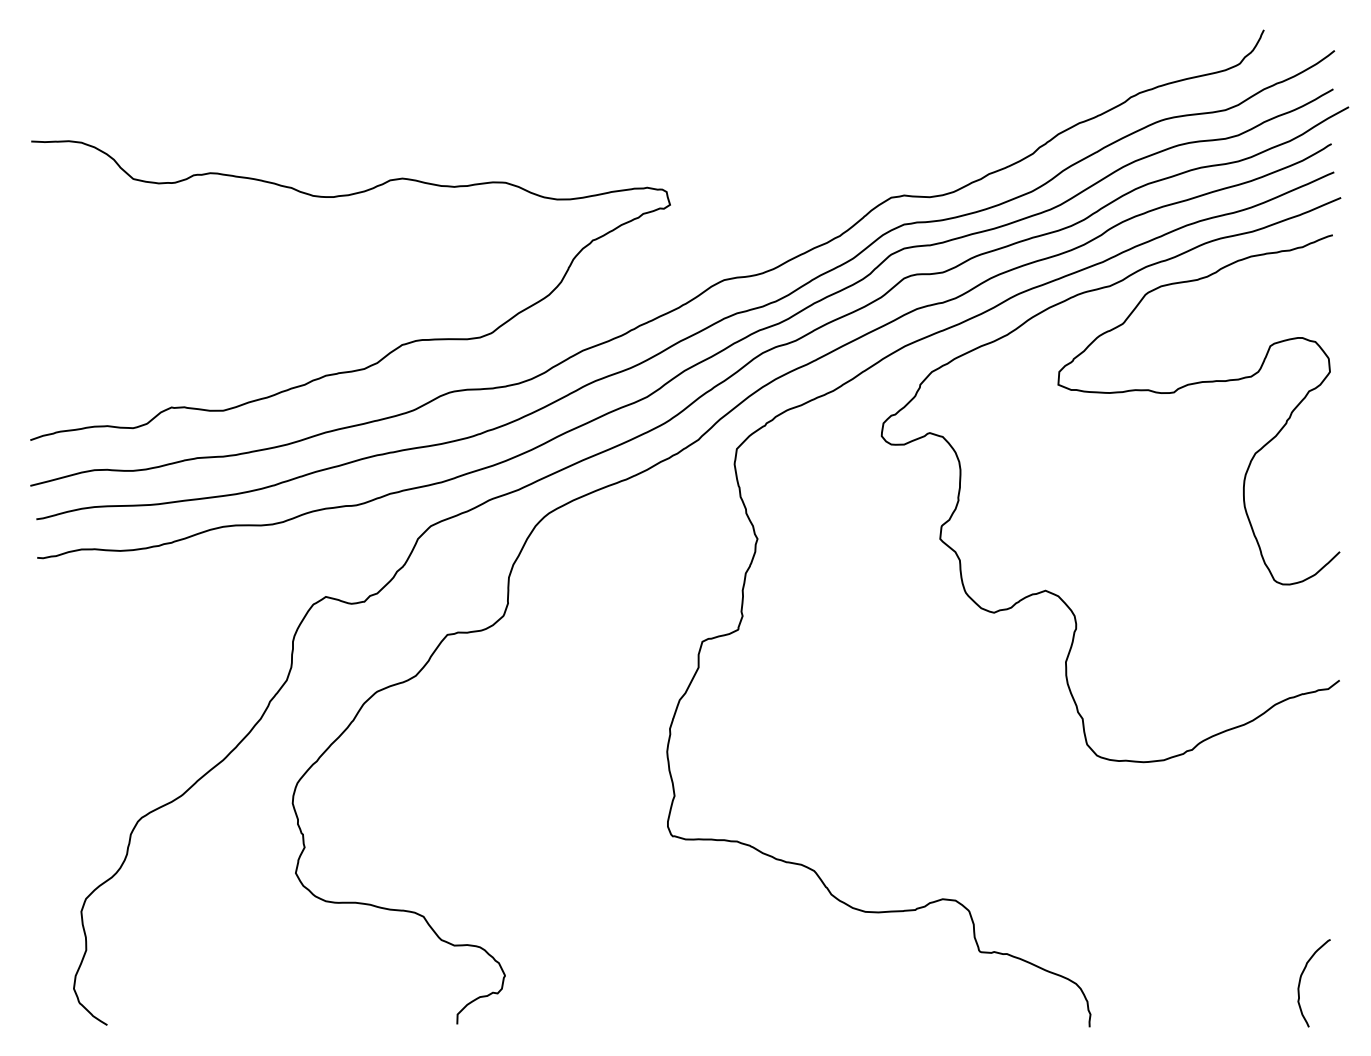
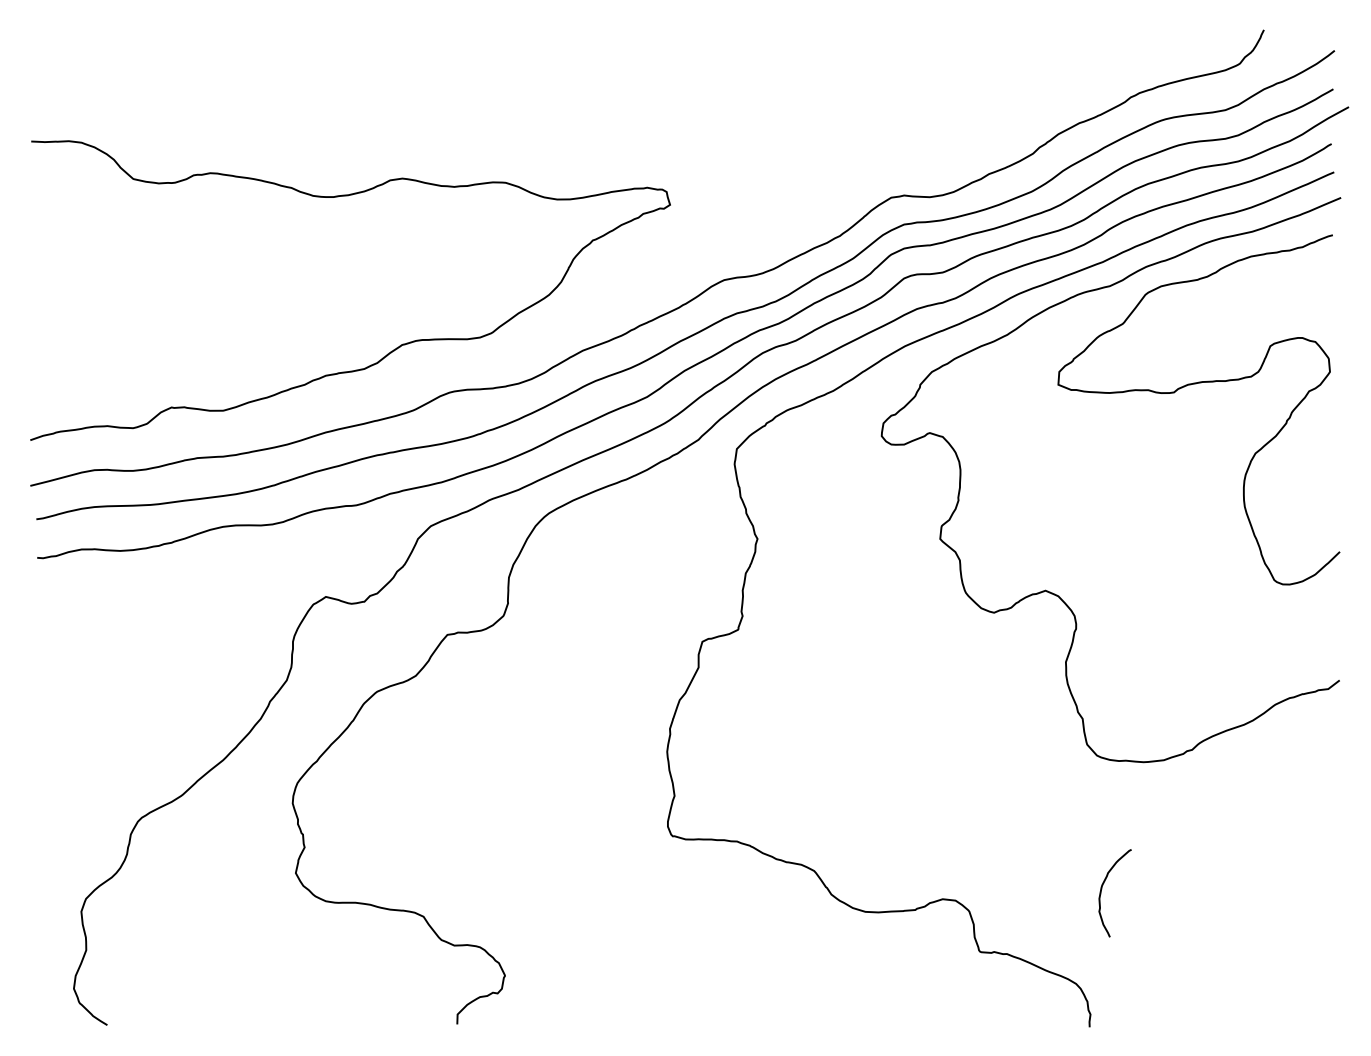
curve at (1301, 979) position: (1301, 979) -> (1102, 889)
